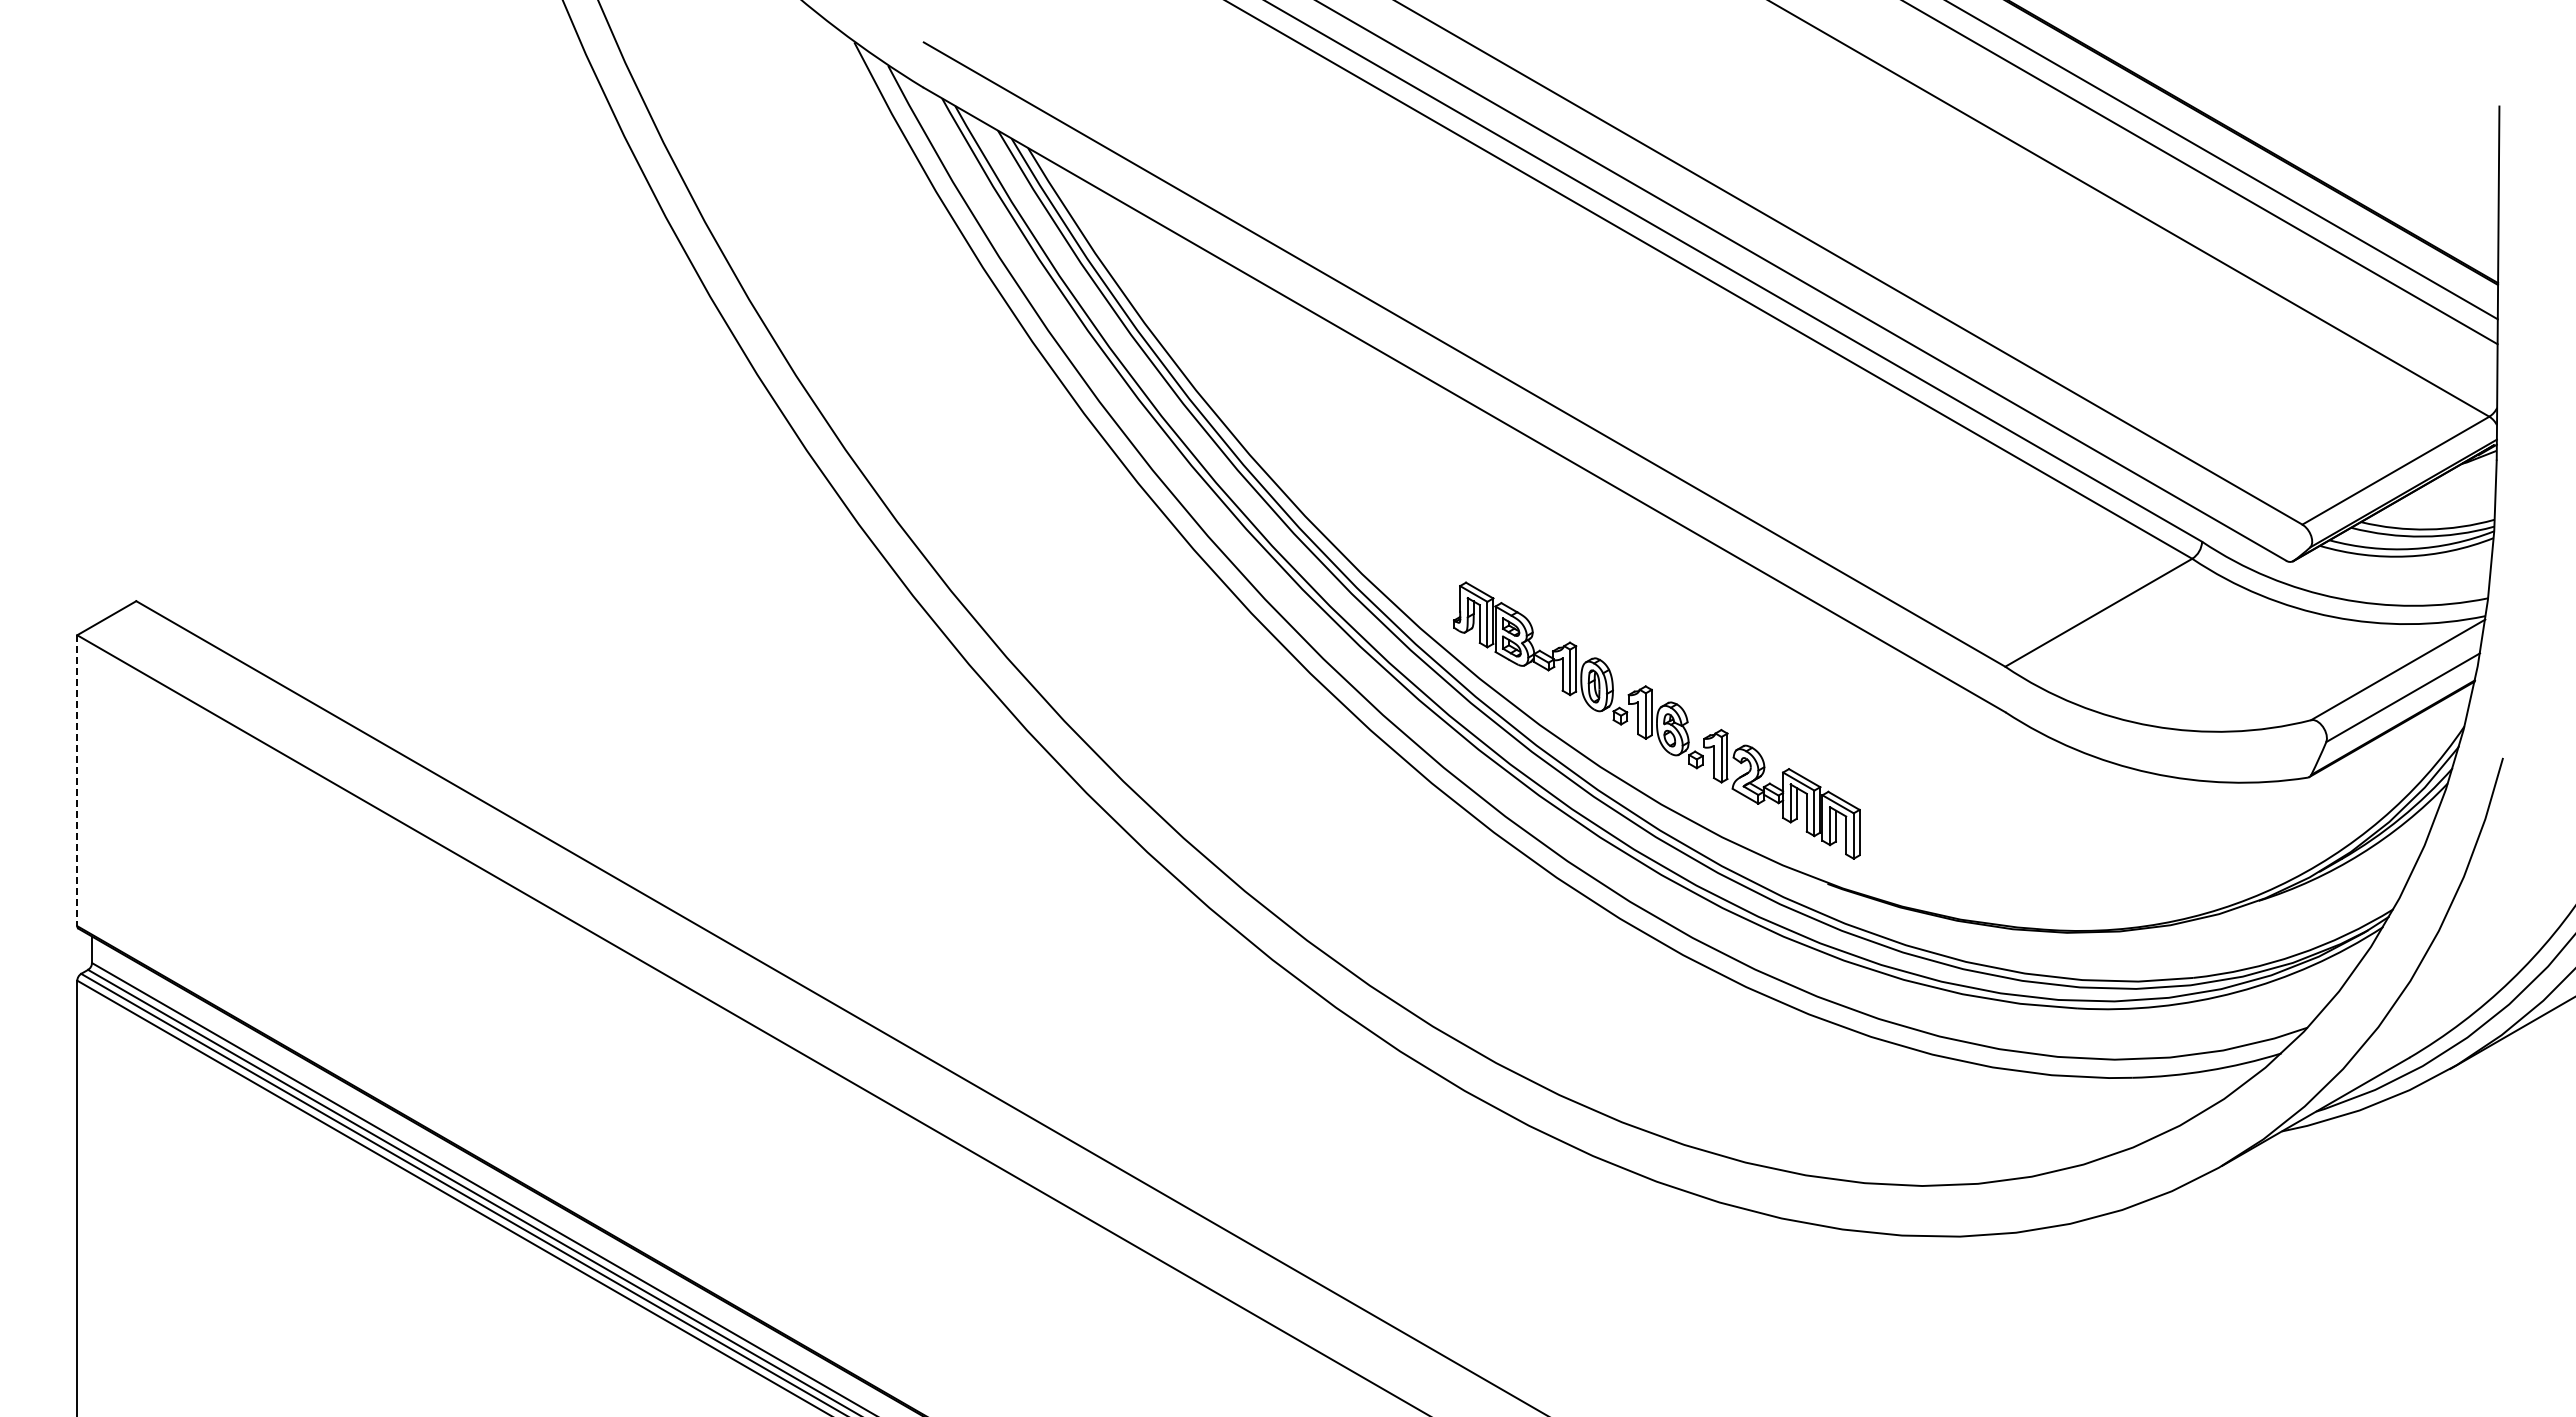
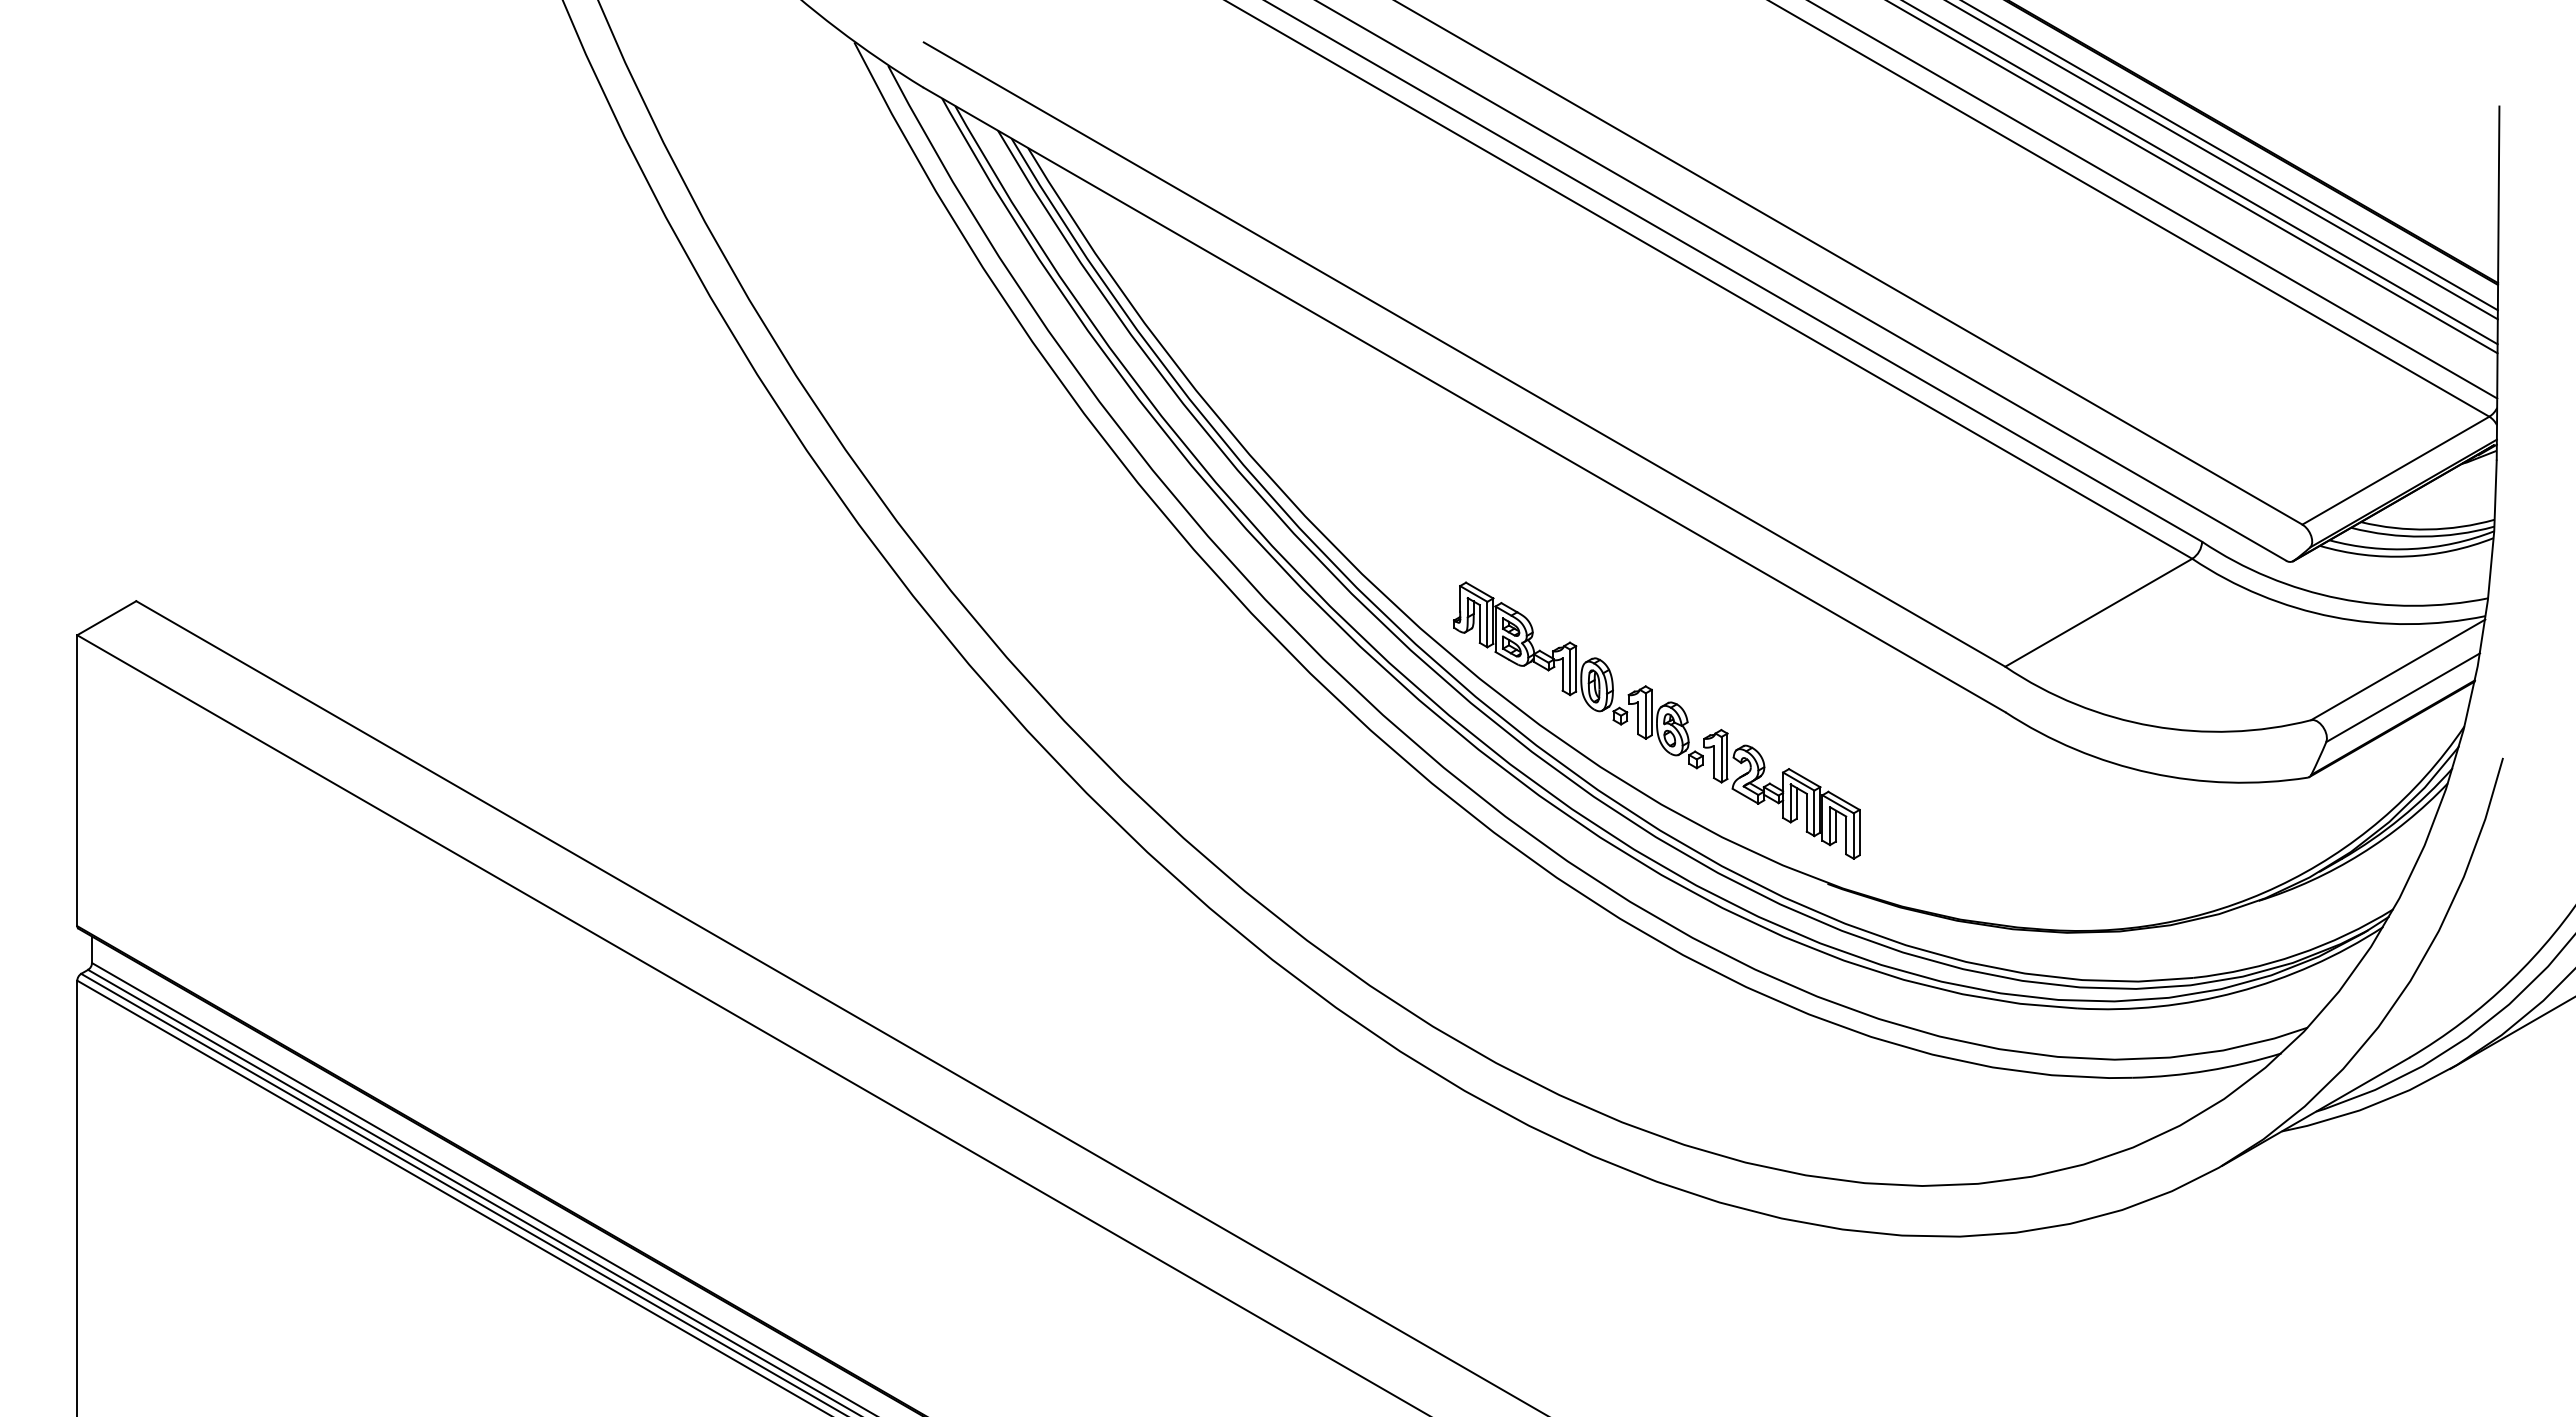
line at (2230, 156): none -> present
line at (2193, 177): none -> present
line at (2154, 200): none -> present
line at (77, 781): dashed -> solid
